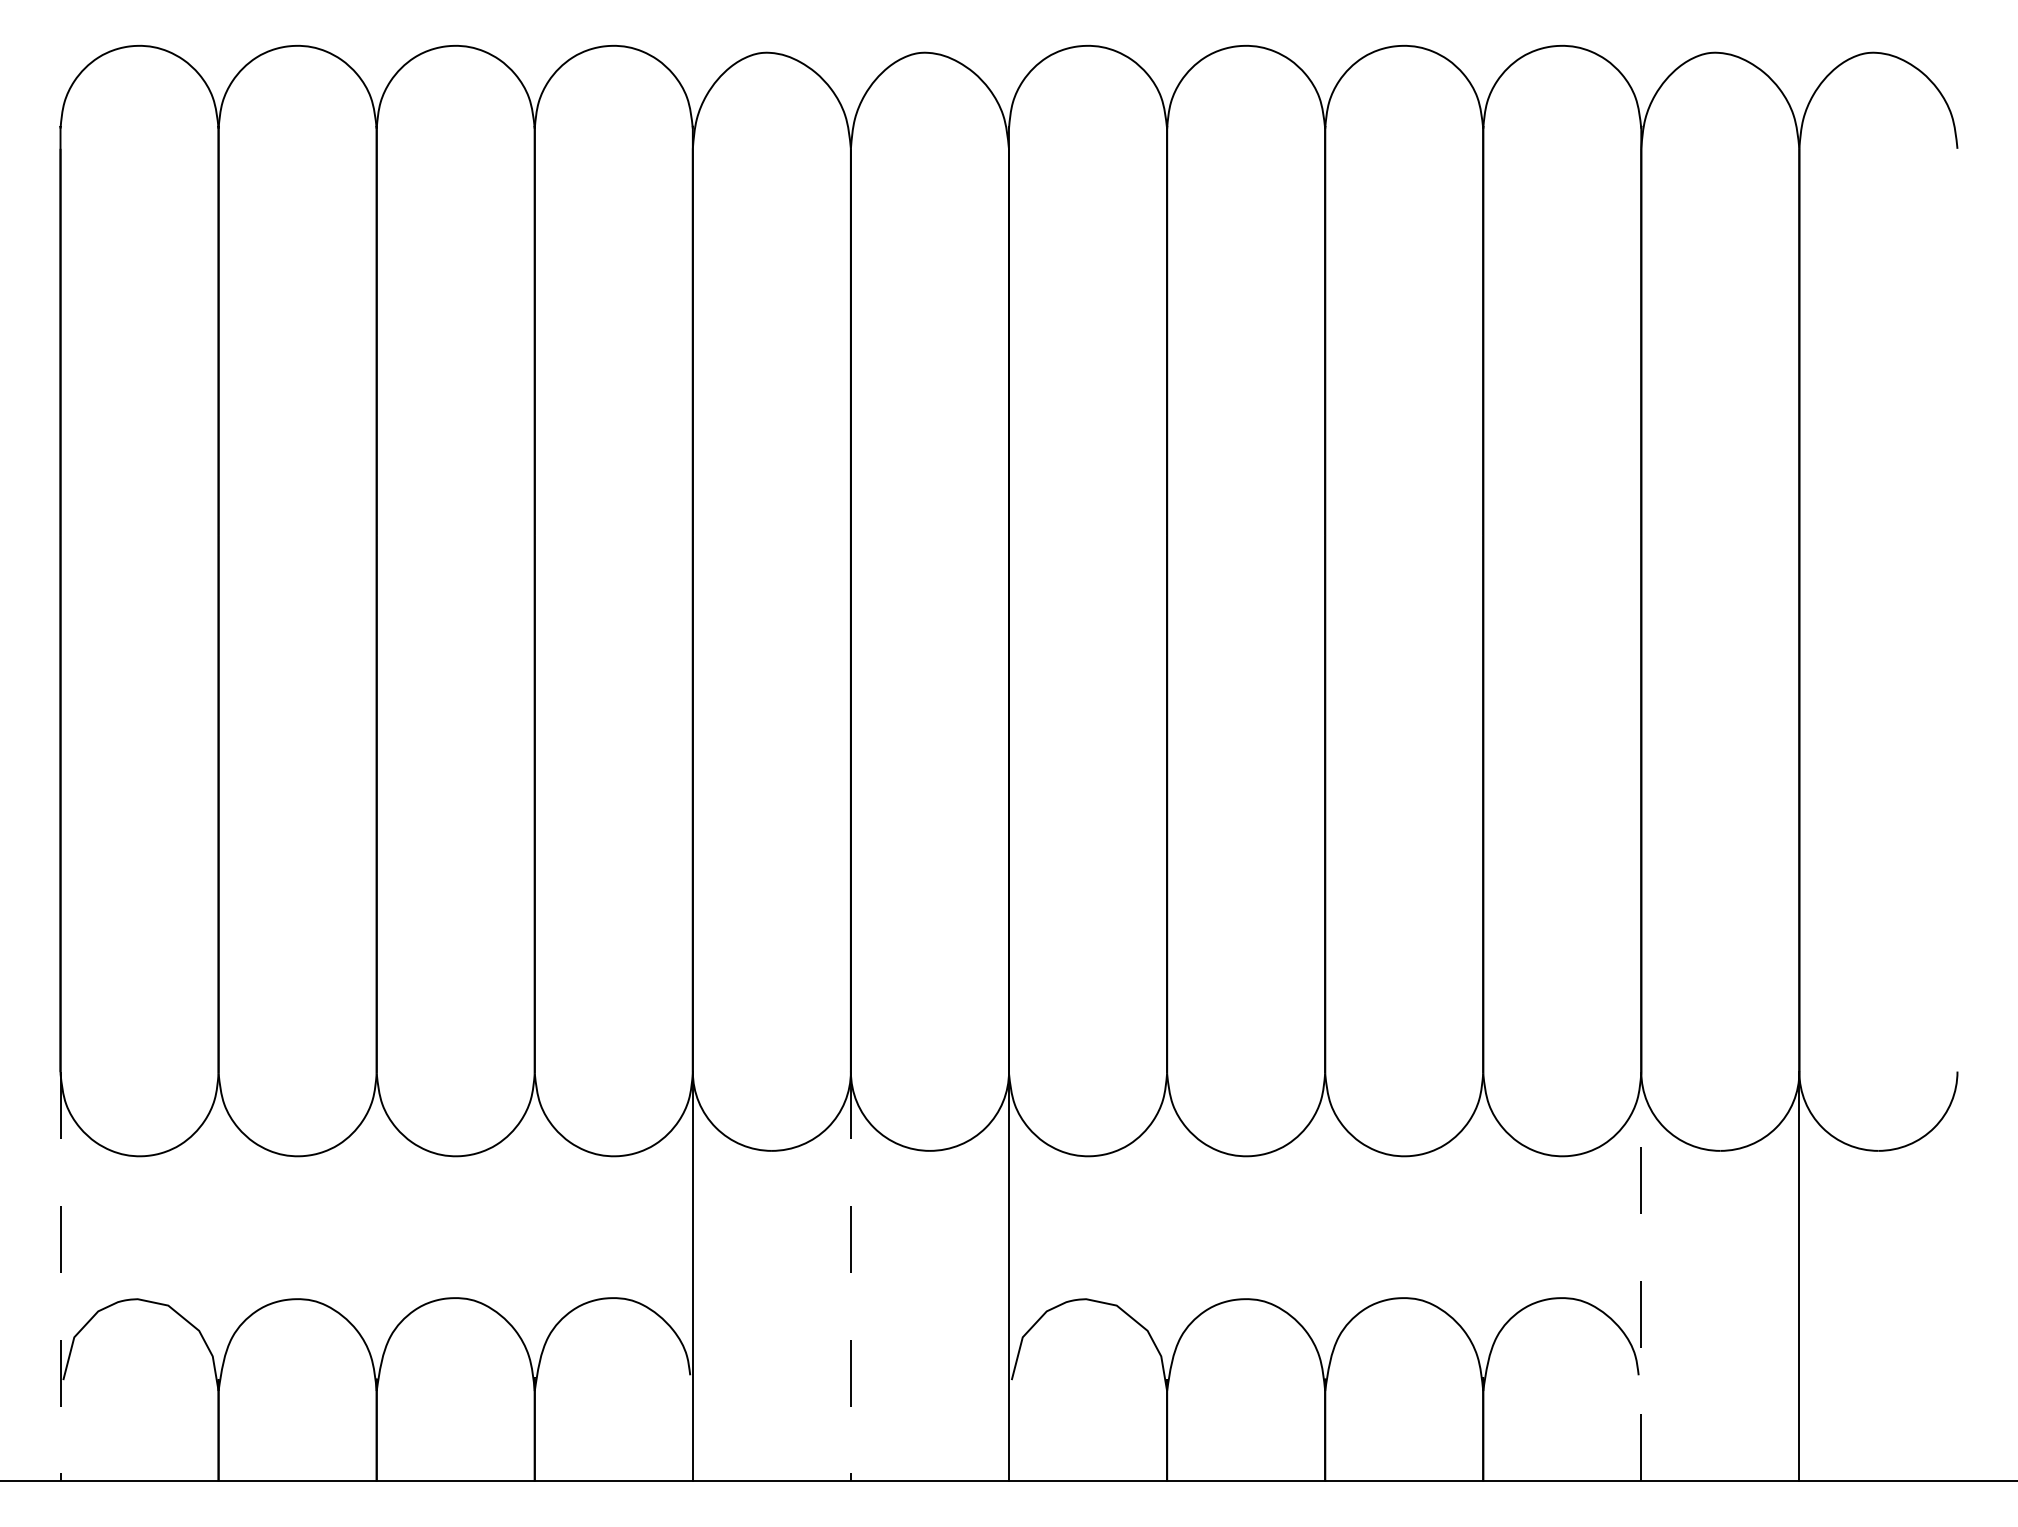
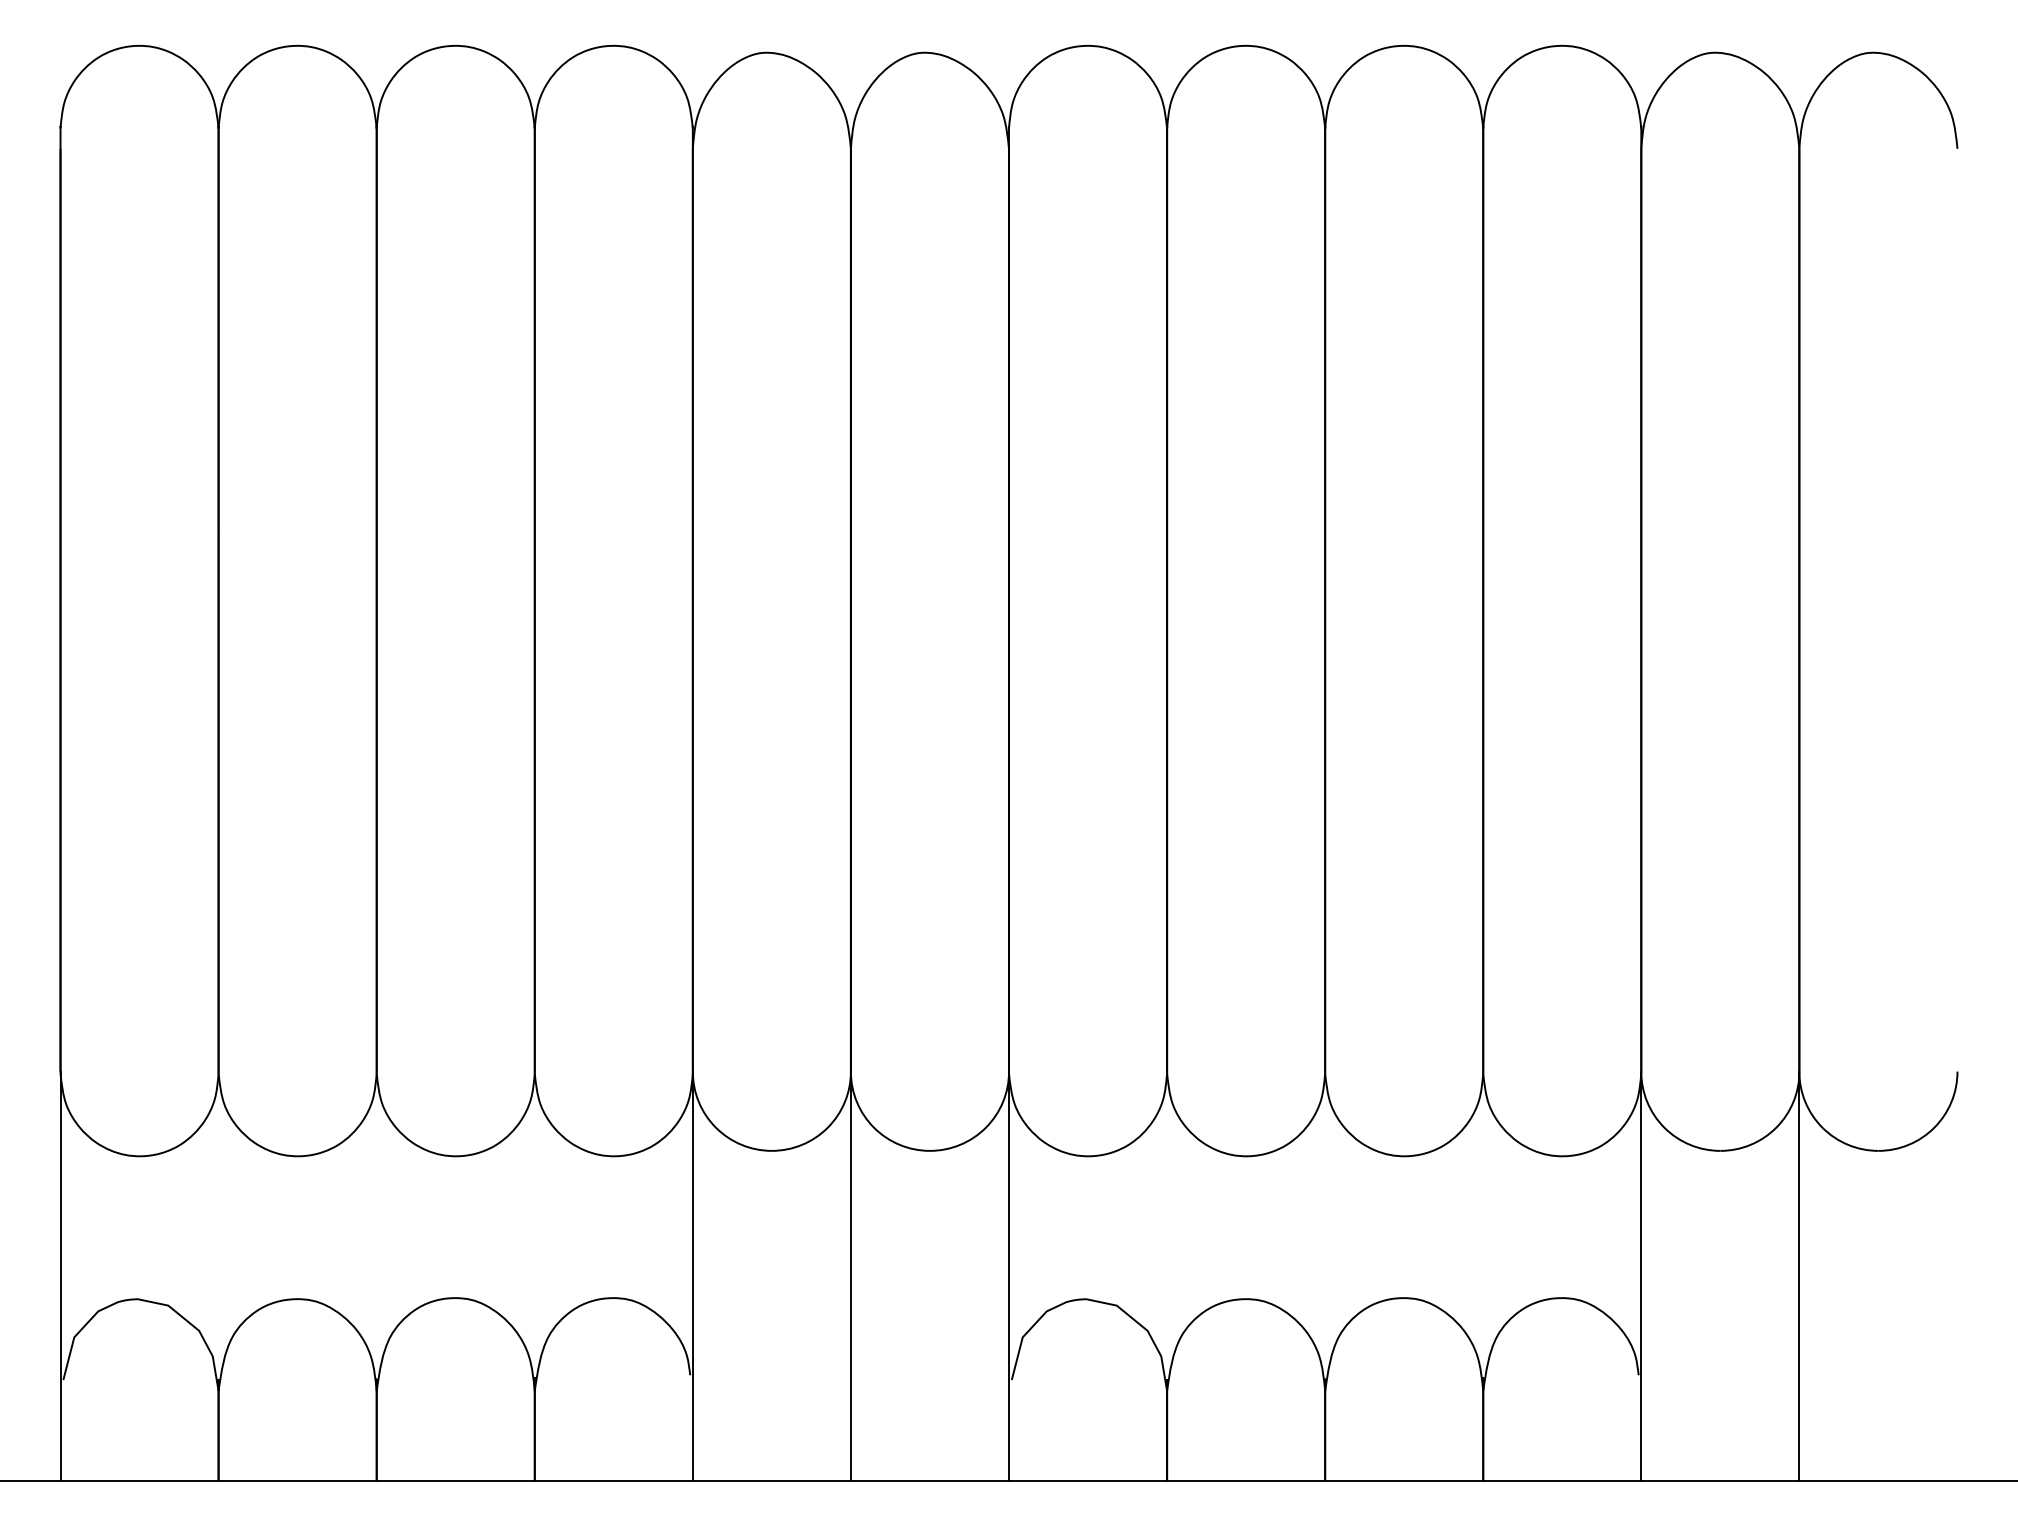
line at (60, 1276): dashed -> solid
line at (850, 1276): dashed -> solid
line at (1641, 1276): dashed -> solid
